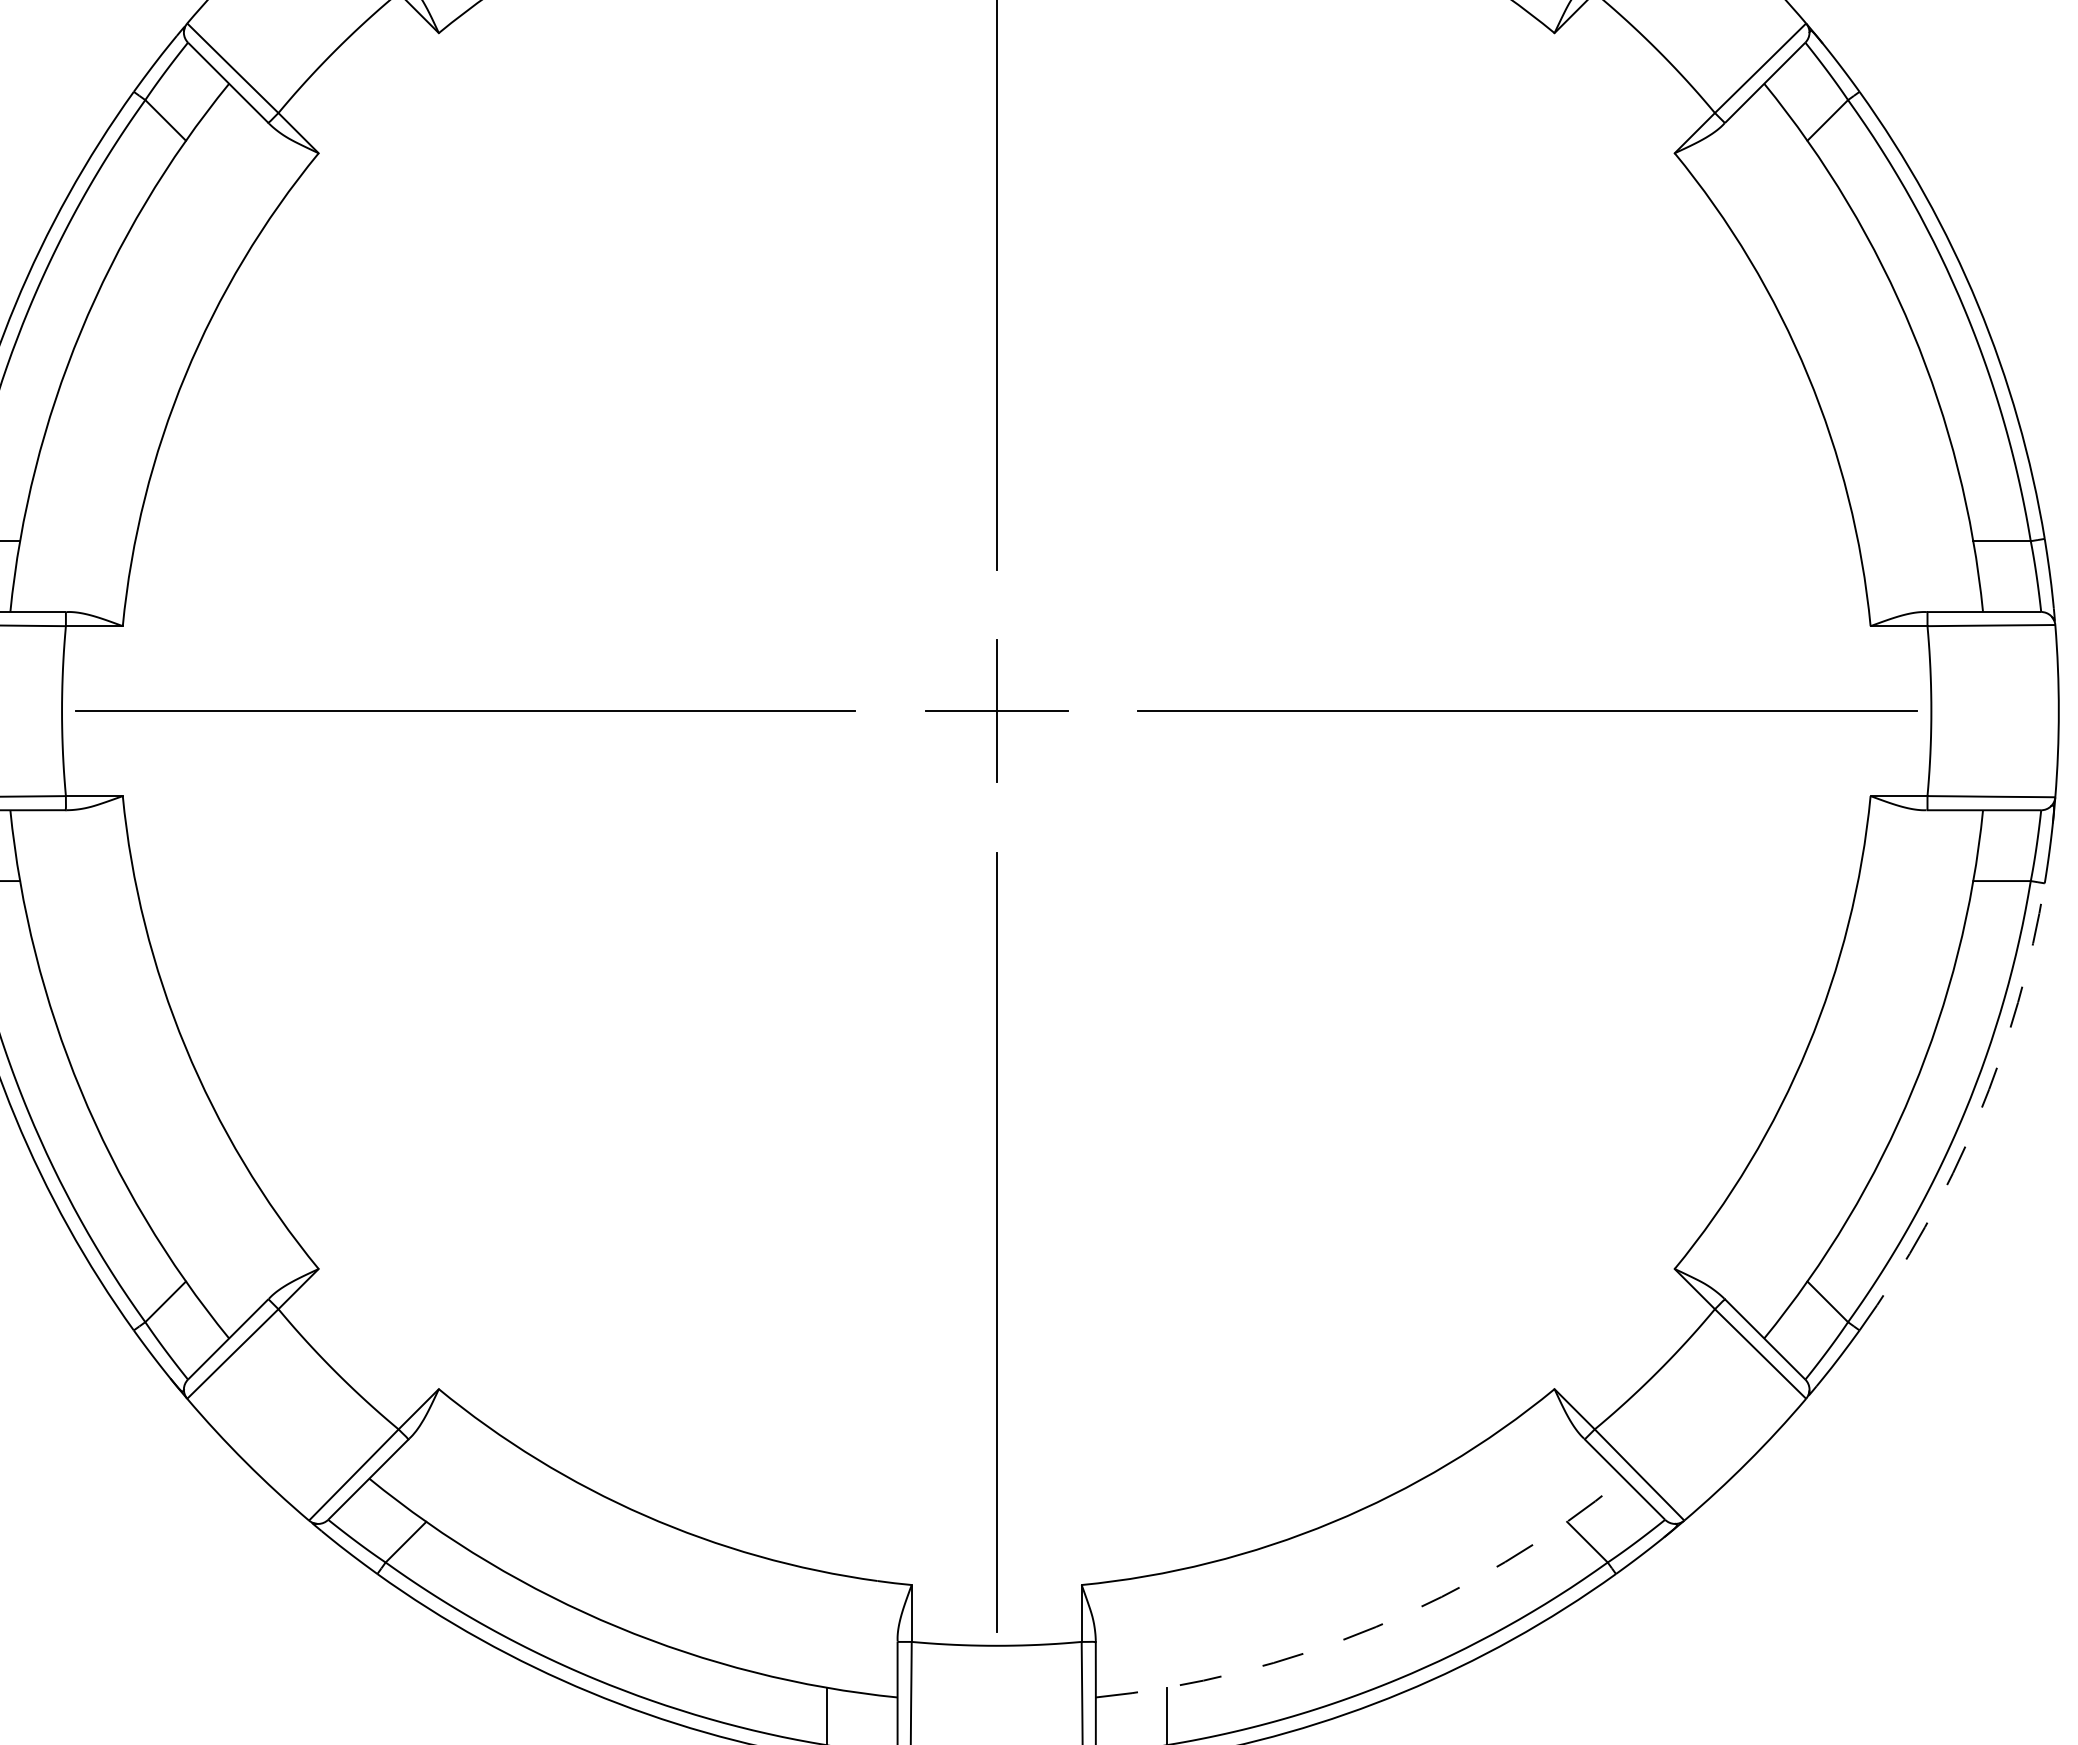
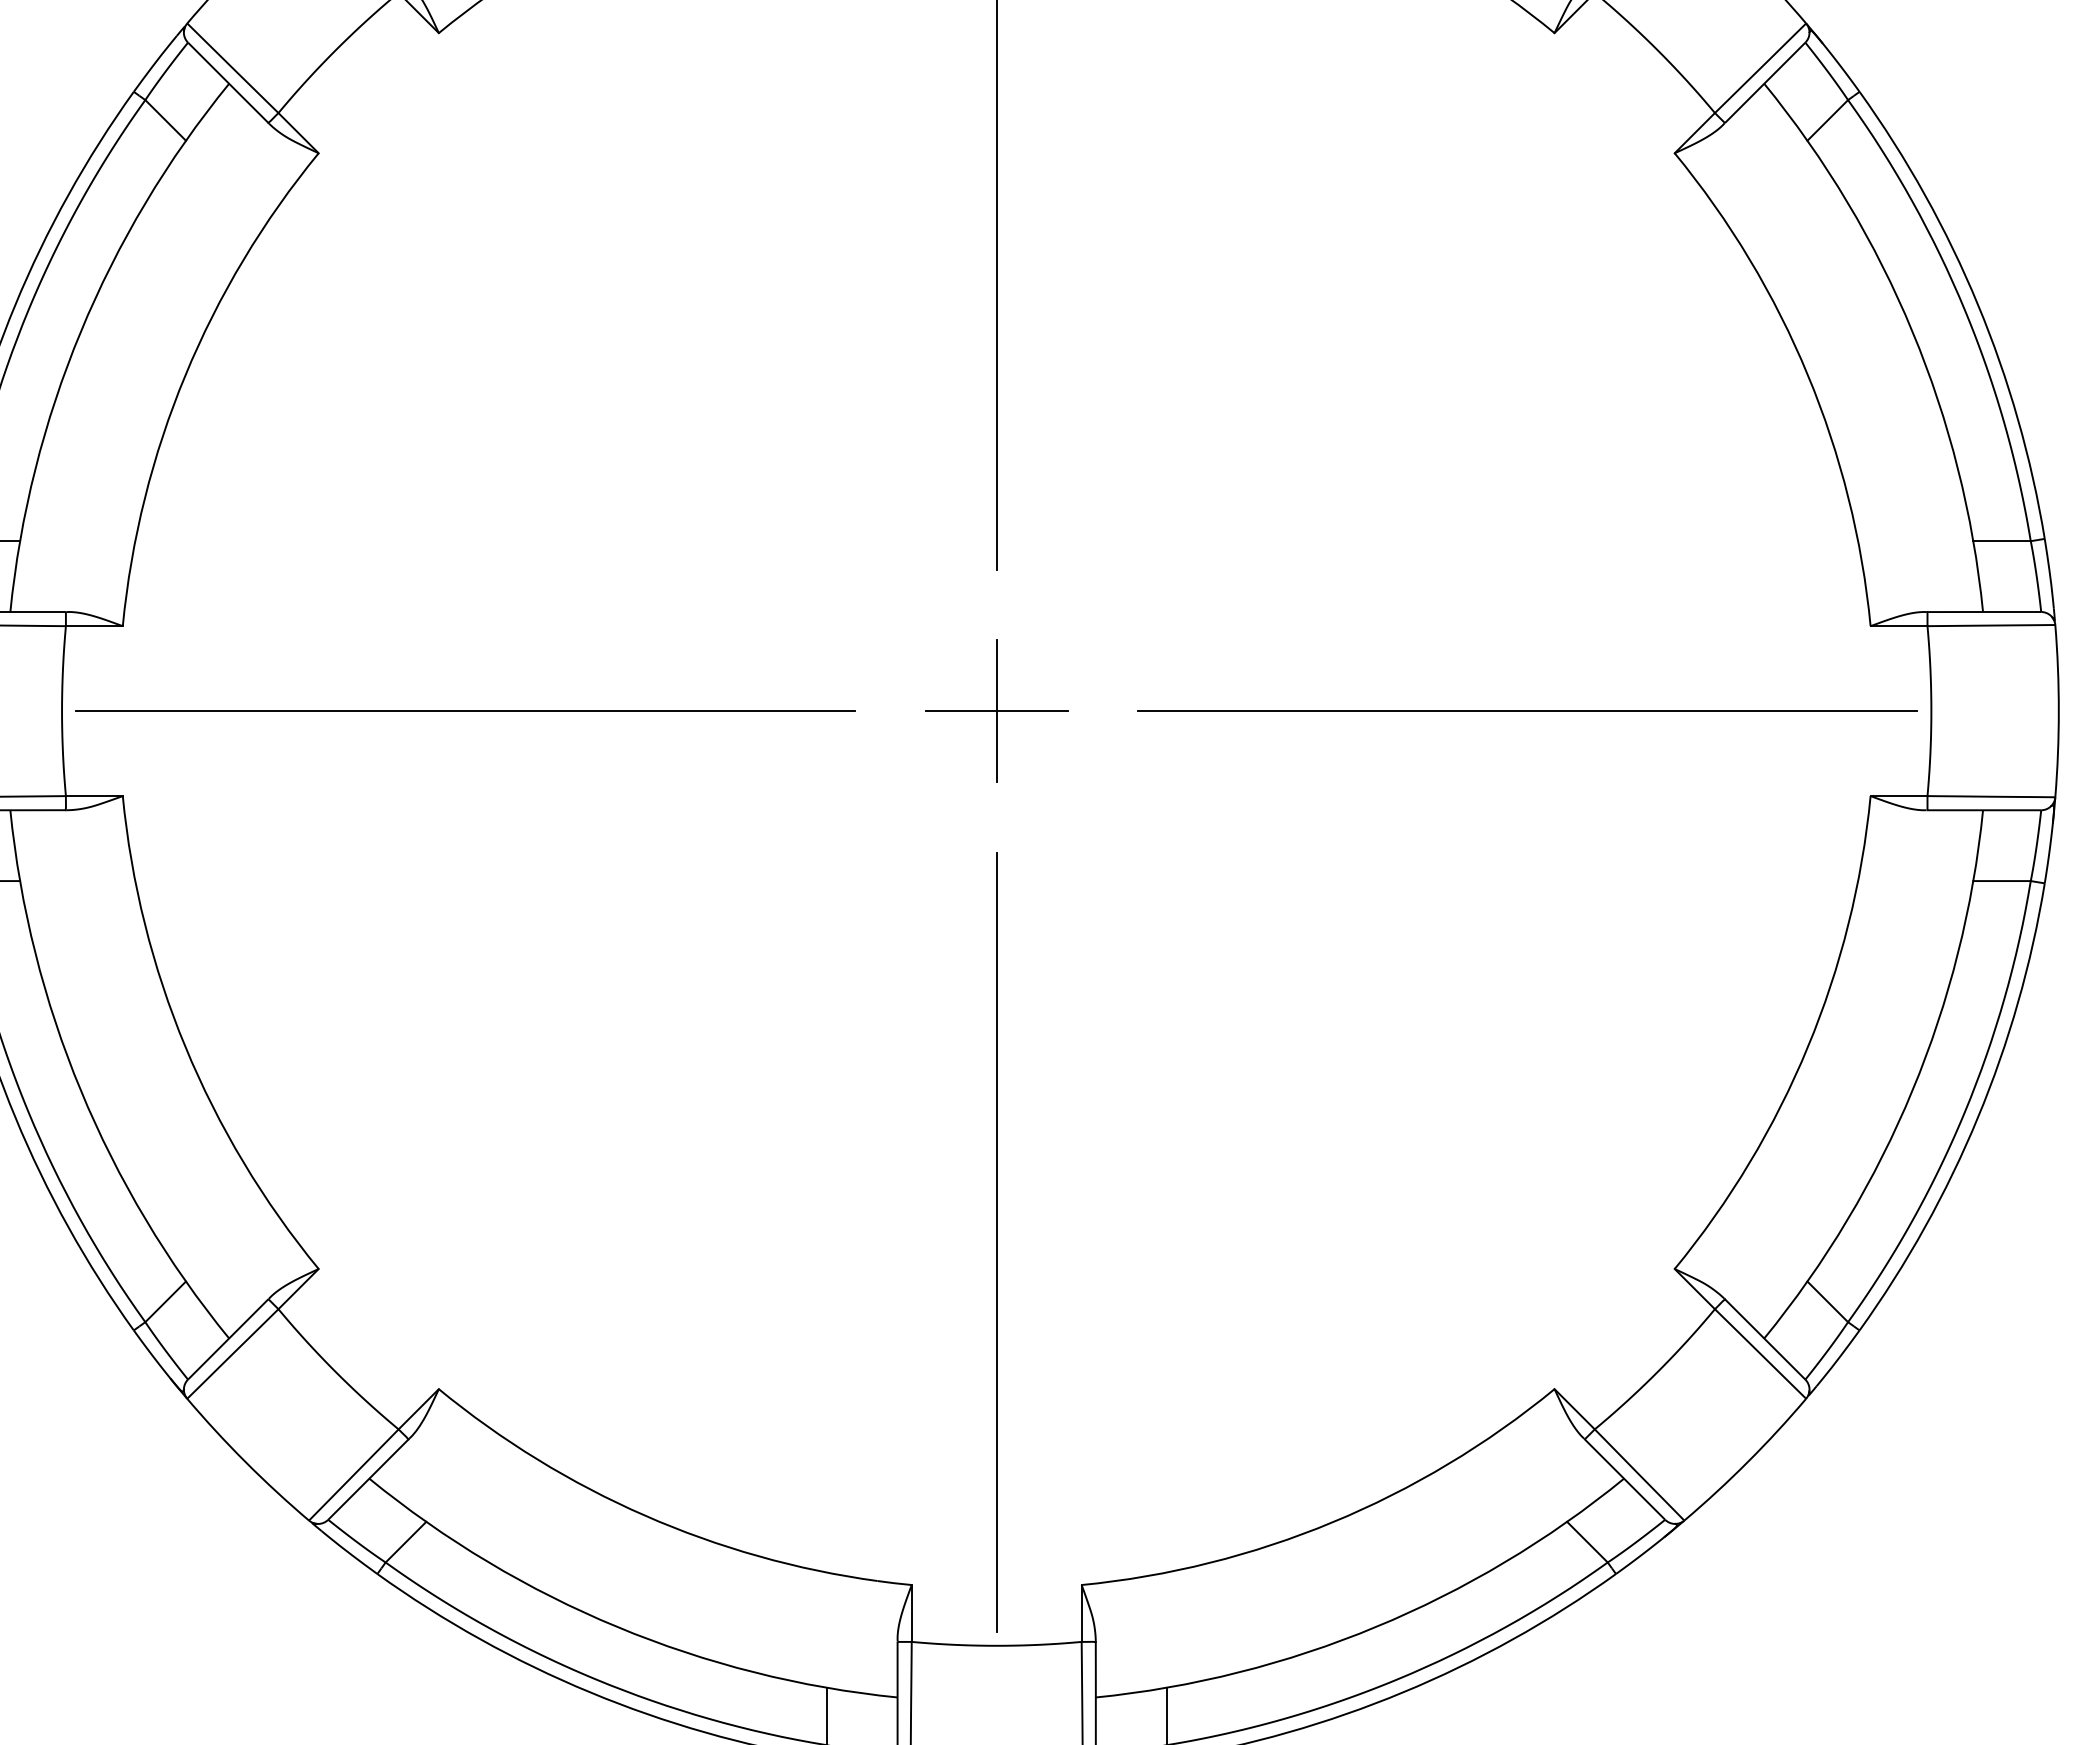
arc at (1977, 1117): dashed -> solid
arc at (1376, 1626): dashed -> solid
